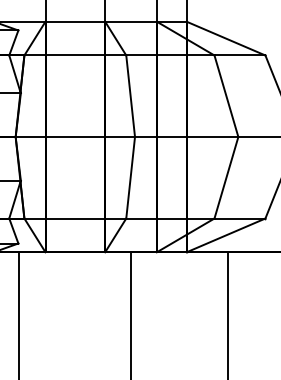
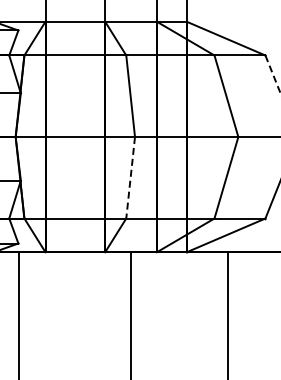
line at (273, 74): solid -> dashed
line at (130, 177): solid -> dashed
